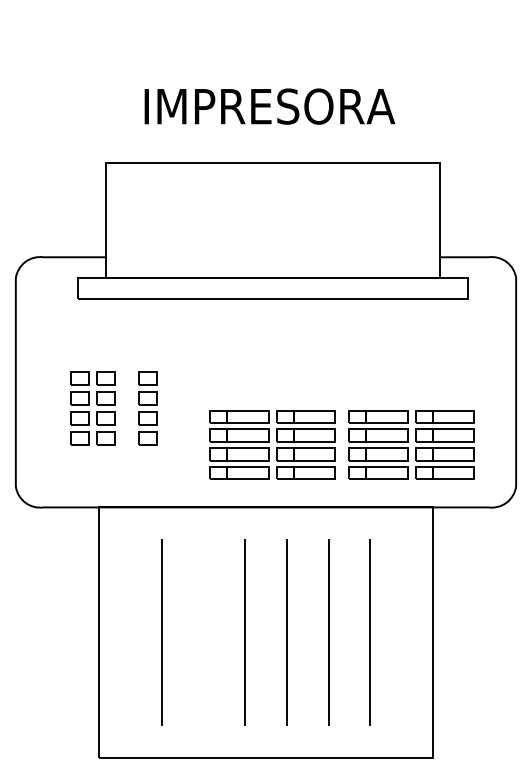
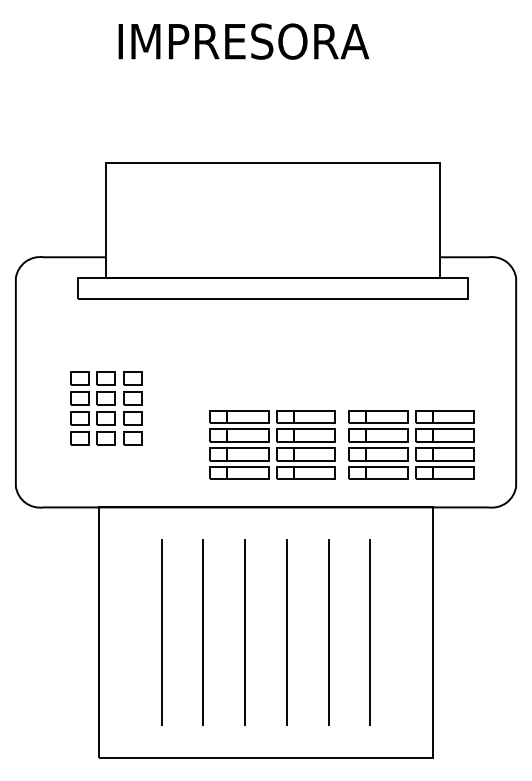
text at (269, 106) position: (269, 106) -> (243, 41)
part at (147, 408) position: (147, 408) -> (132, 408)
line at (202, 632): none -> present
